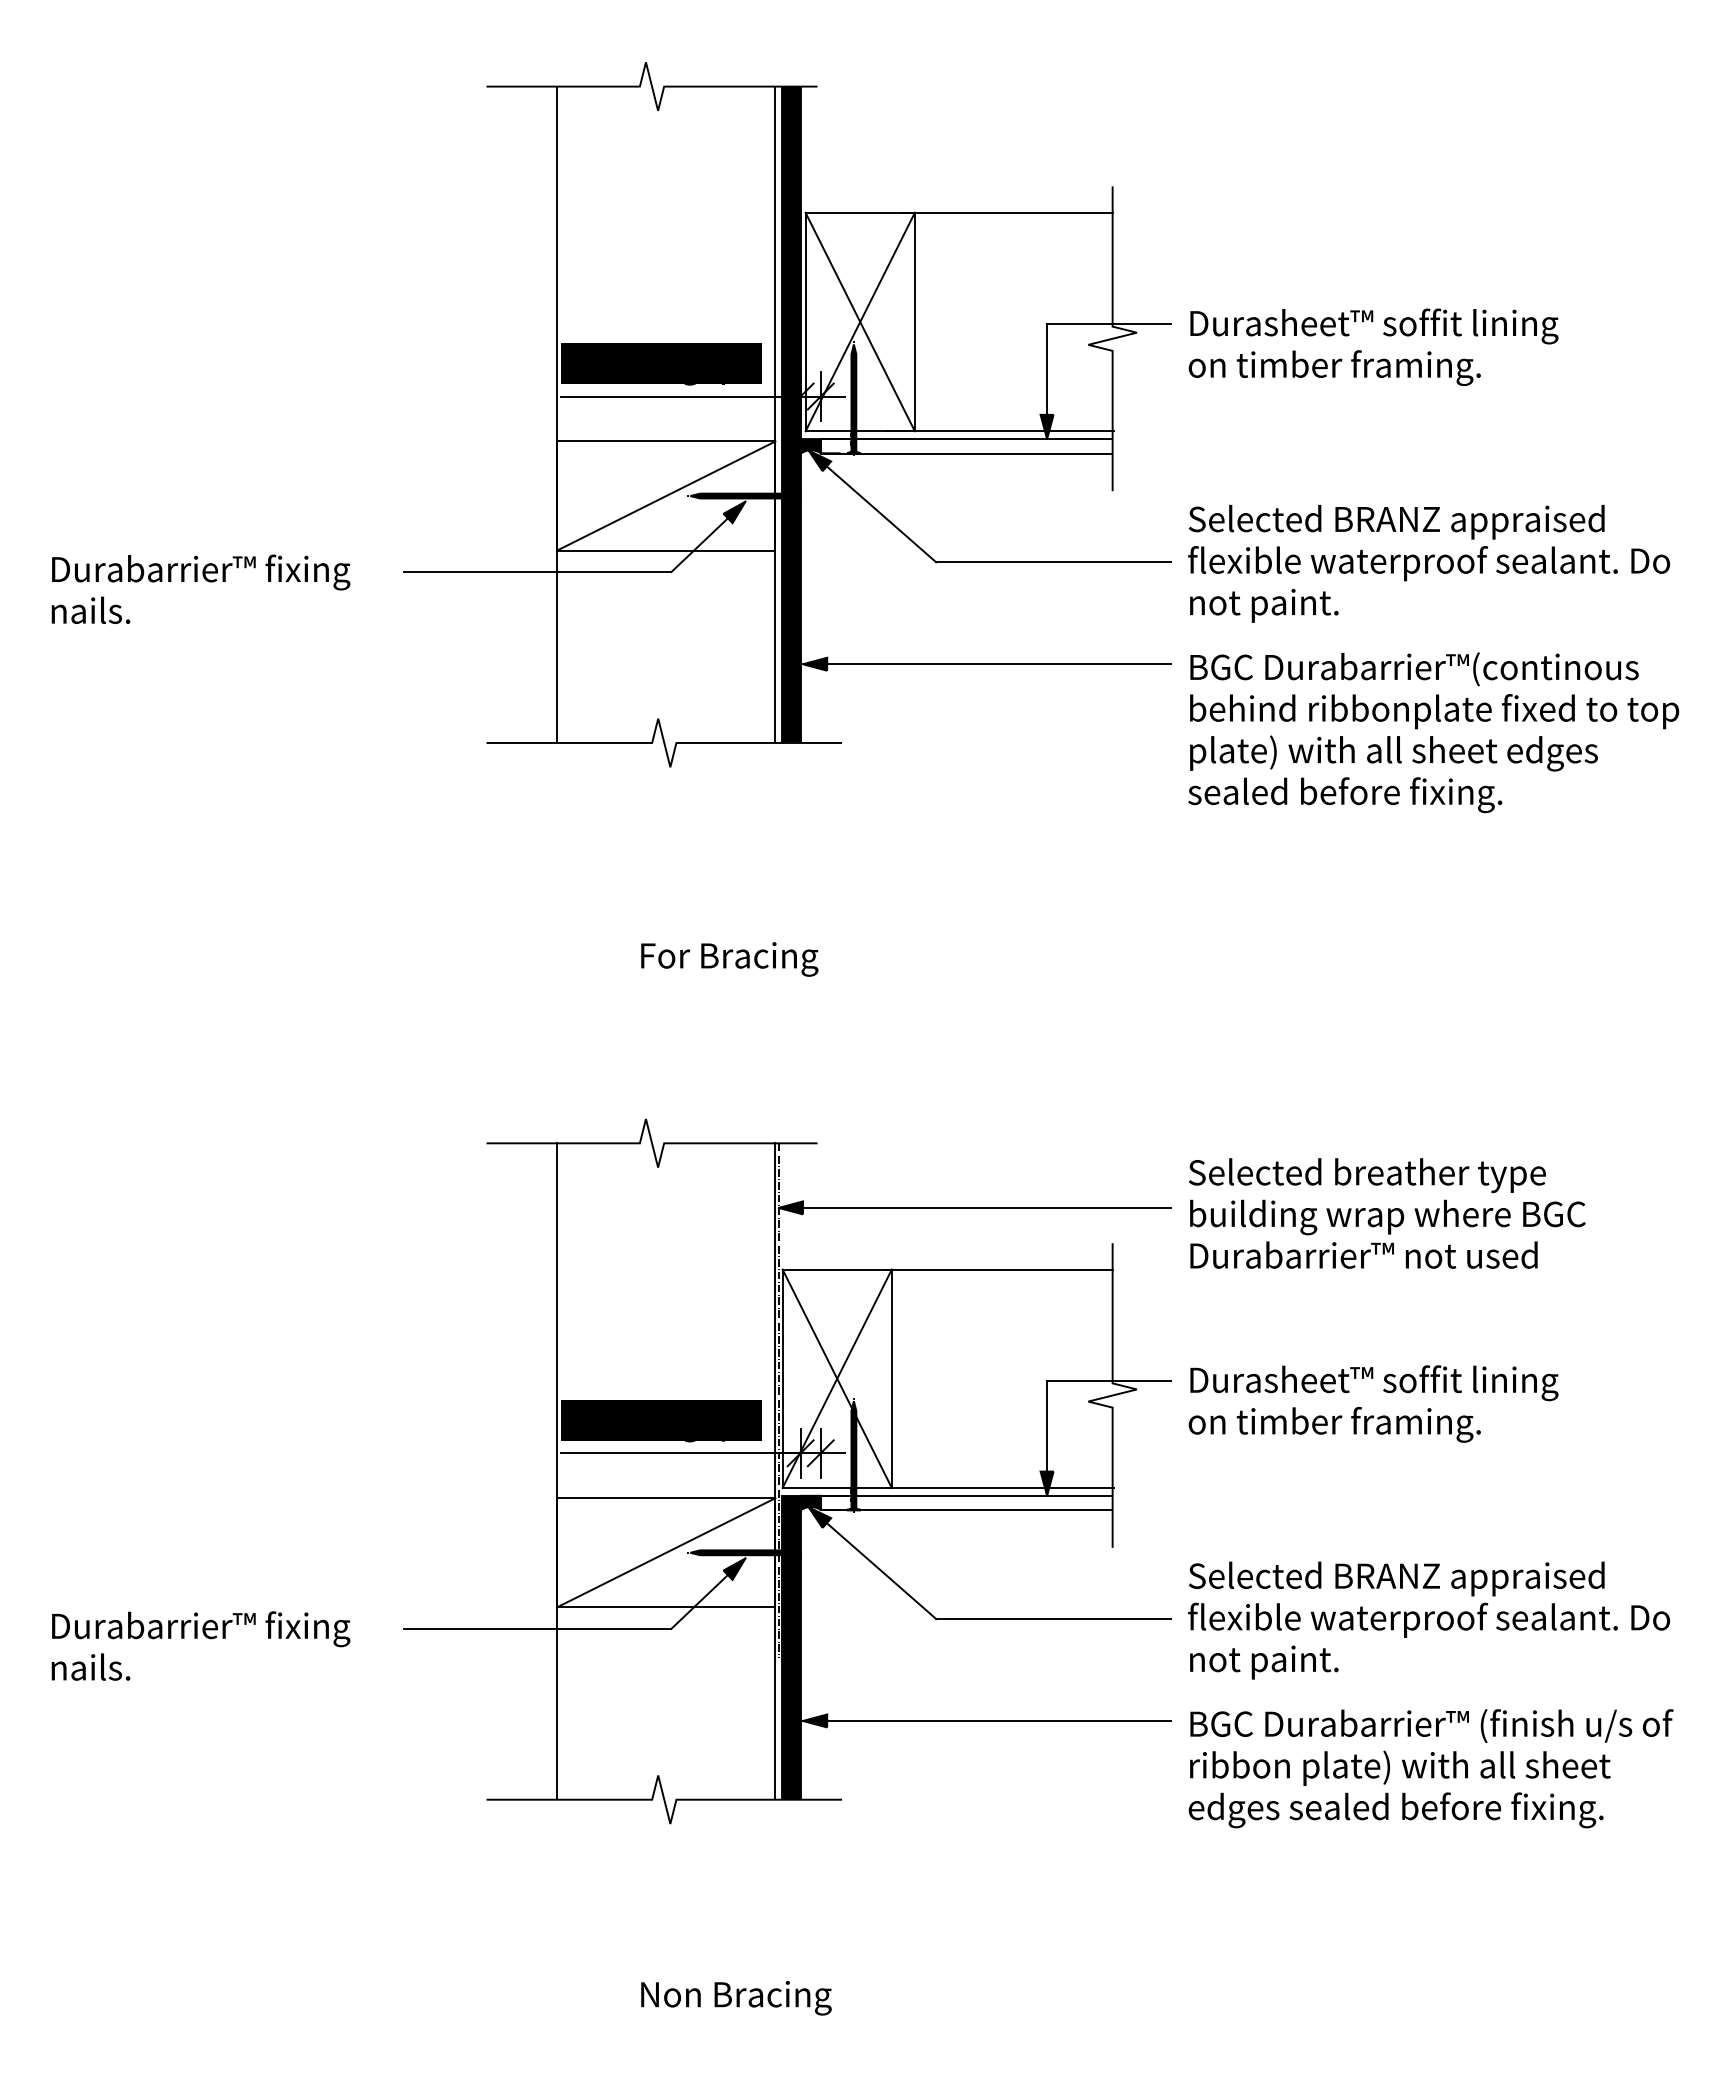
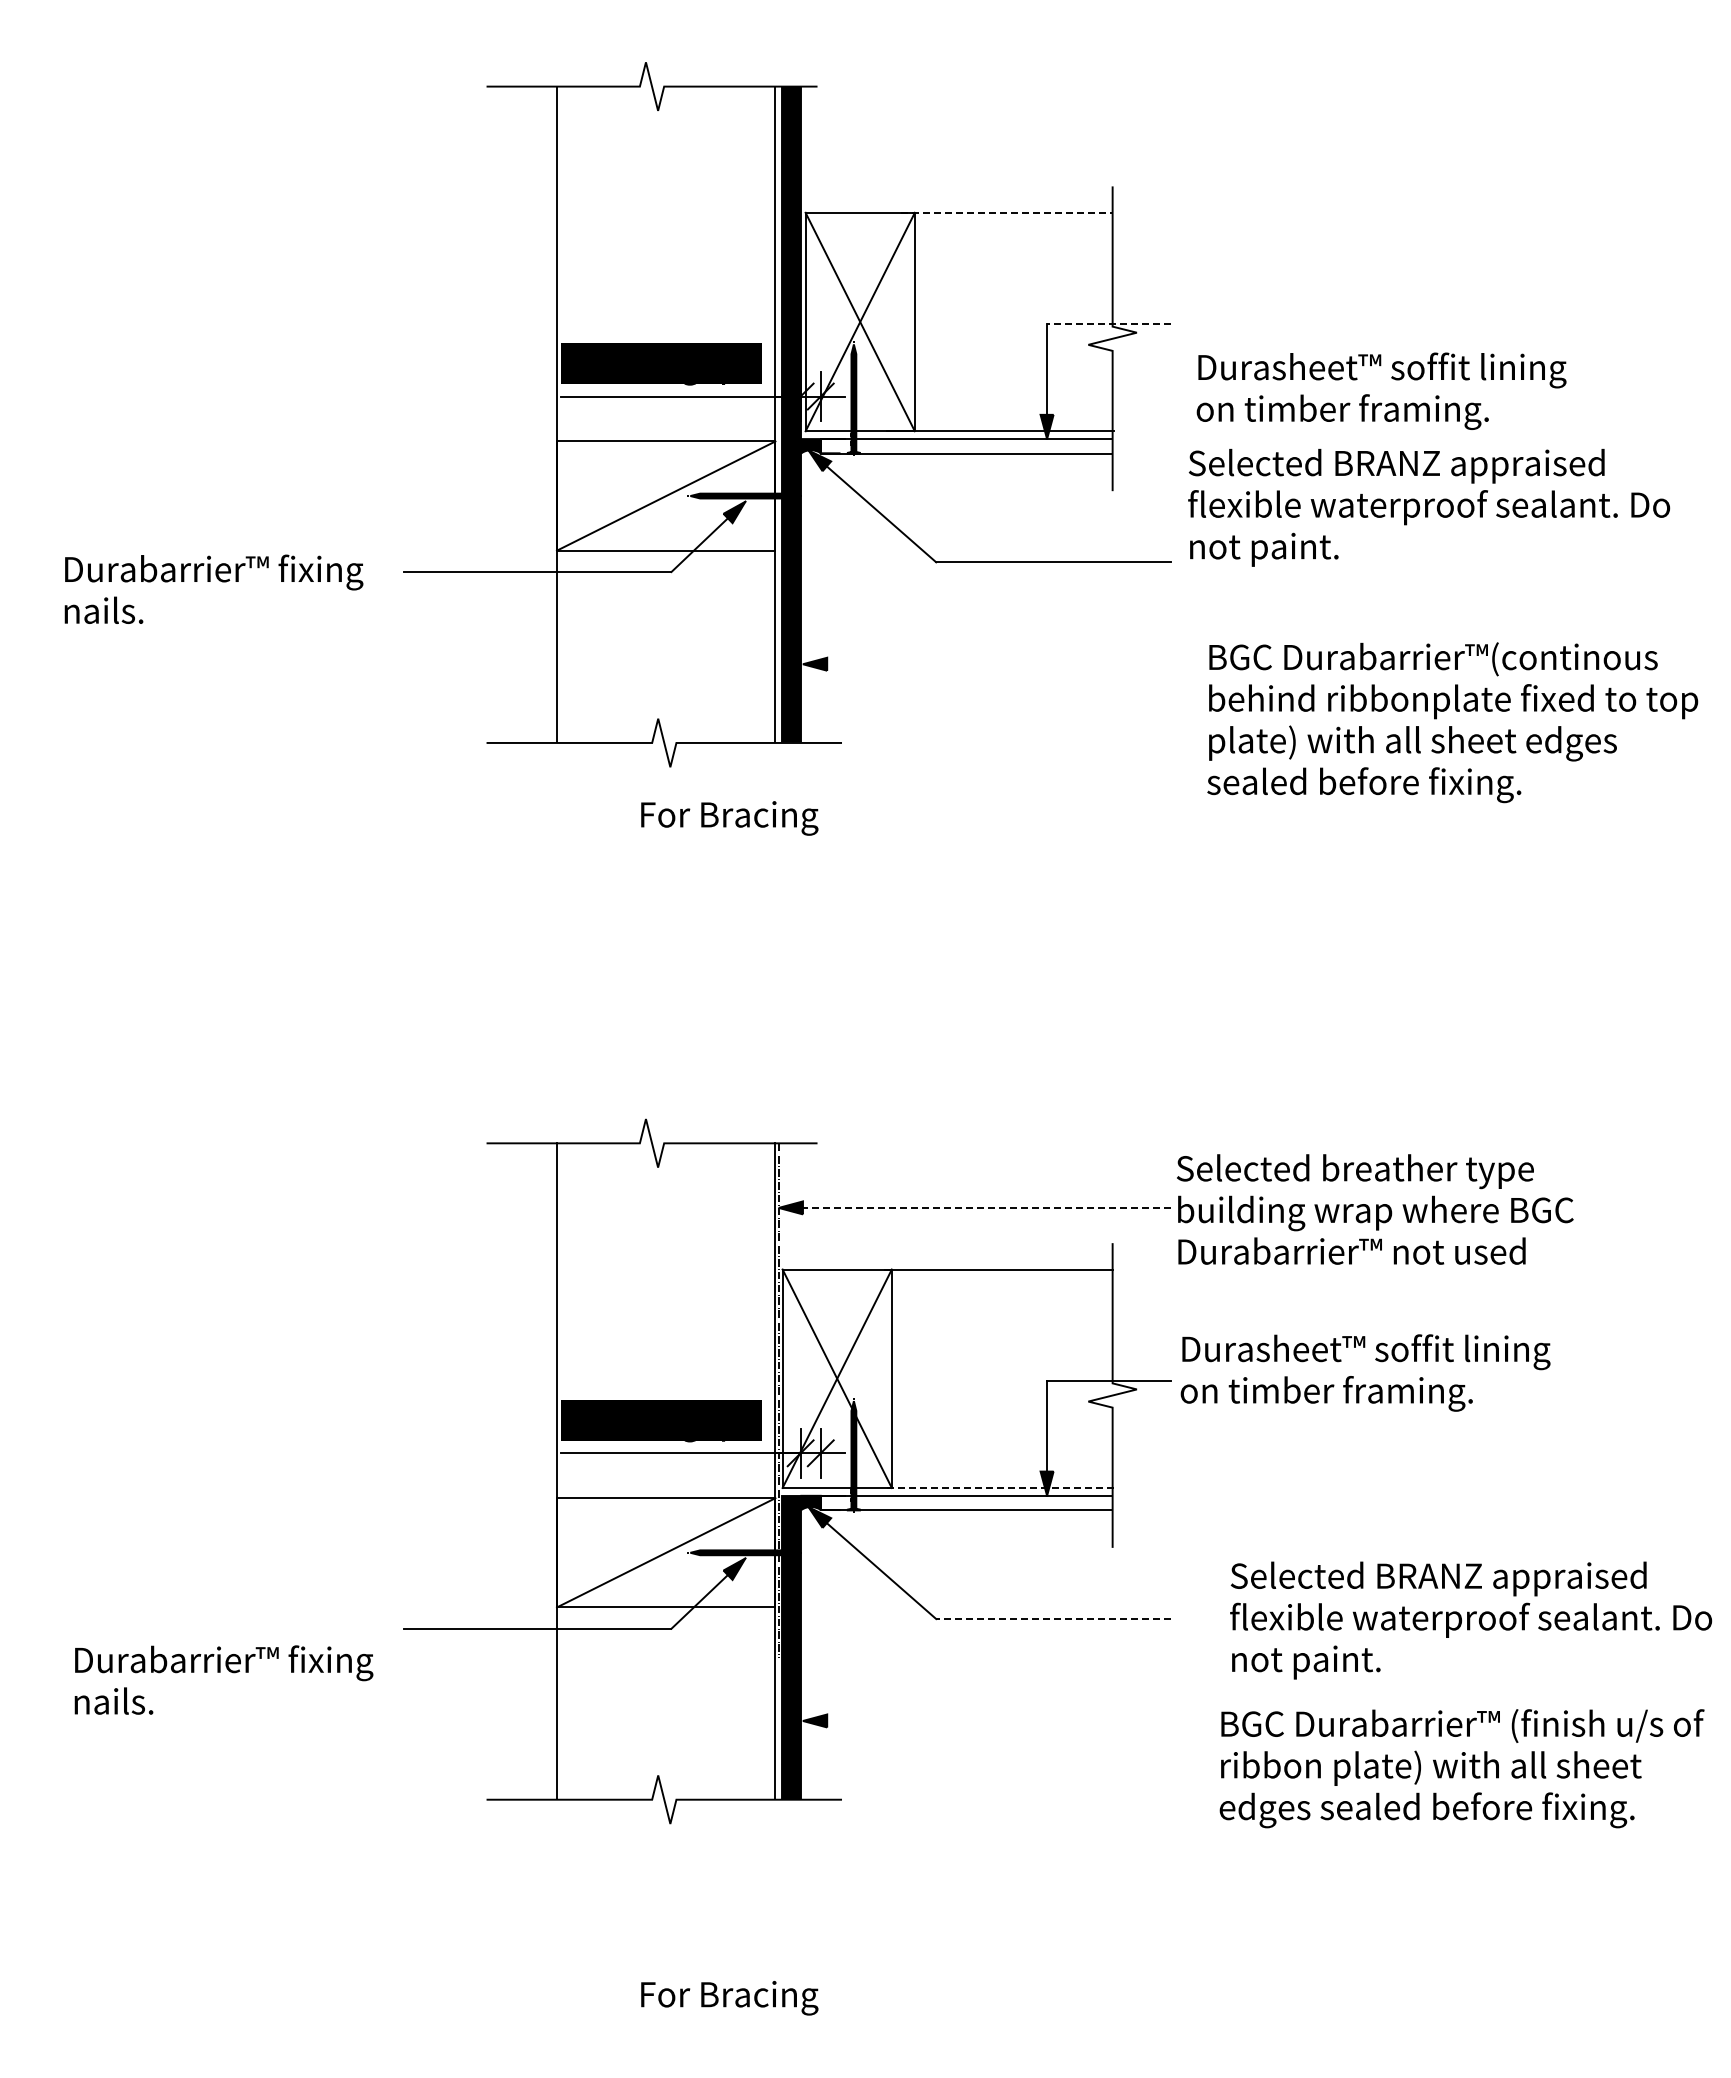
line at (1006, 212): solid -> dashed
line at (1108, 324): solid -> dashed
text at (1373, 346) position: (1373, 346) -> (1381, 390)
text at (1429, 563) position: (1429, 563) -> (1429, 507)
text at (200, 588) position: (200, 588) -> (213, 588)
line at (986, 664): present -> none
text at (1433, 732) position: (1433, 732) -> (1452, 722)
text at (729, 959) position: (729, 959) -> (729, 818)
line at (974, 1207): solid -> dashed
text at (1387, 1213) position: (1387, 1213) -> (1375, 1209)
text at (1373, 1403) position: (1373, 1403) -> (1365, 1372)
line at (1000, 1487): solid -> dashed
line at (1053, 1619): solid -> dashed
text at (1429, 1620) position: (1429, 1620) -> (1471, 1620)
text at (200, 1645) position: (200, 1645) -> (223, 1679)
line at (986, 1720): present -> none
text at (1430, 1768) position: (1430, 1768) -> (1461, 1768)
text at (737, 1997): Non Bracing -> For Bracing
